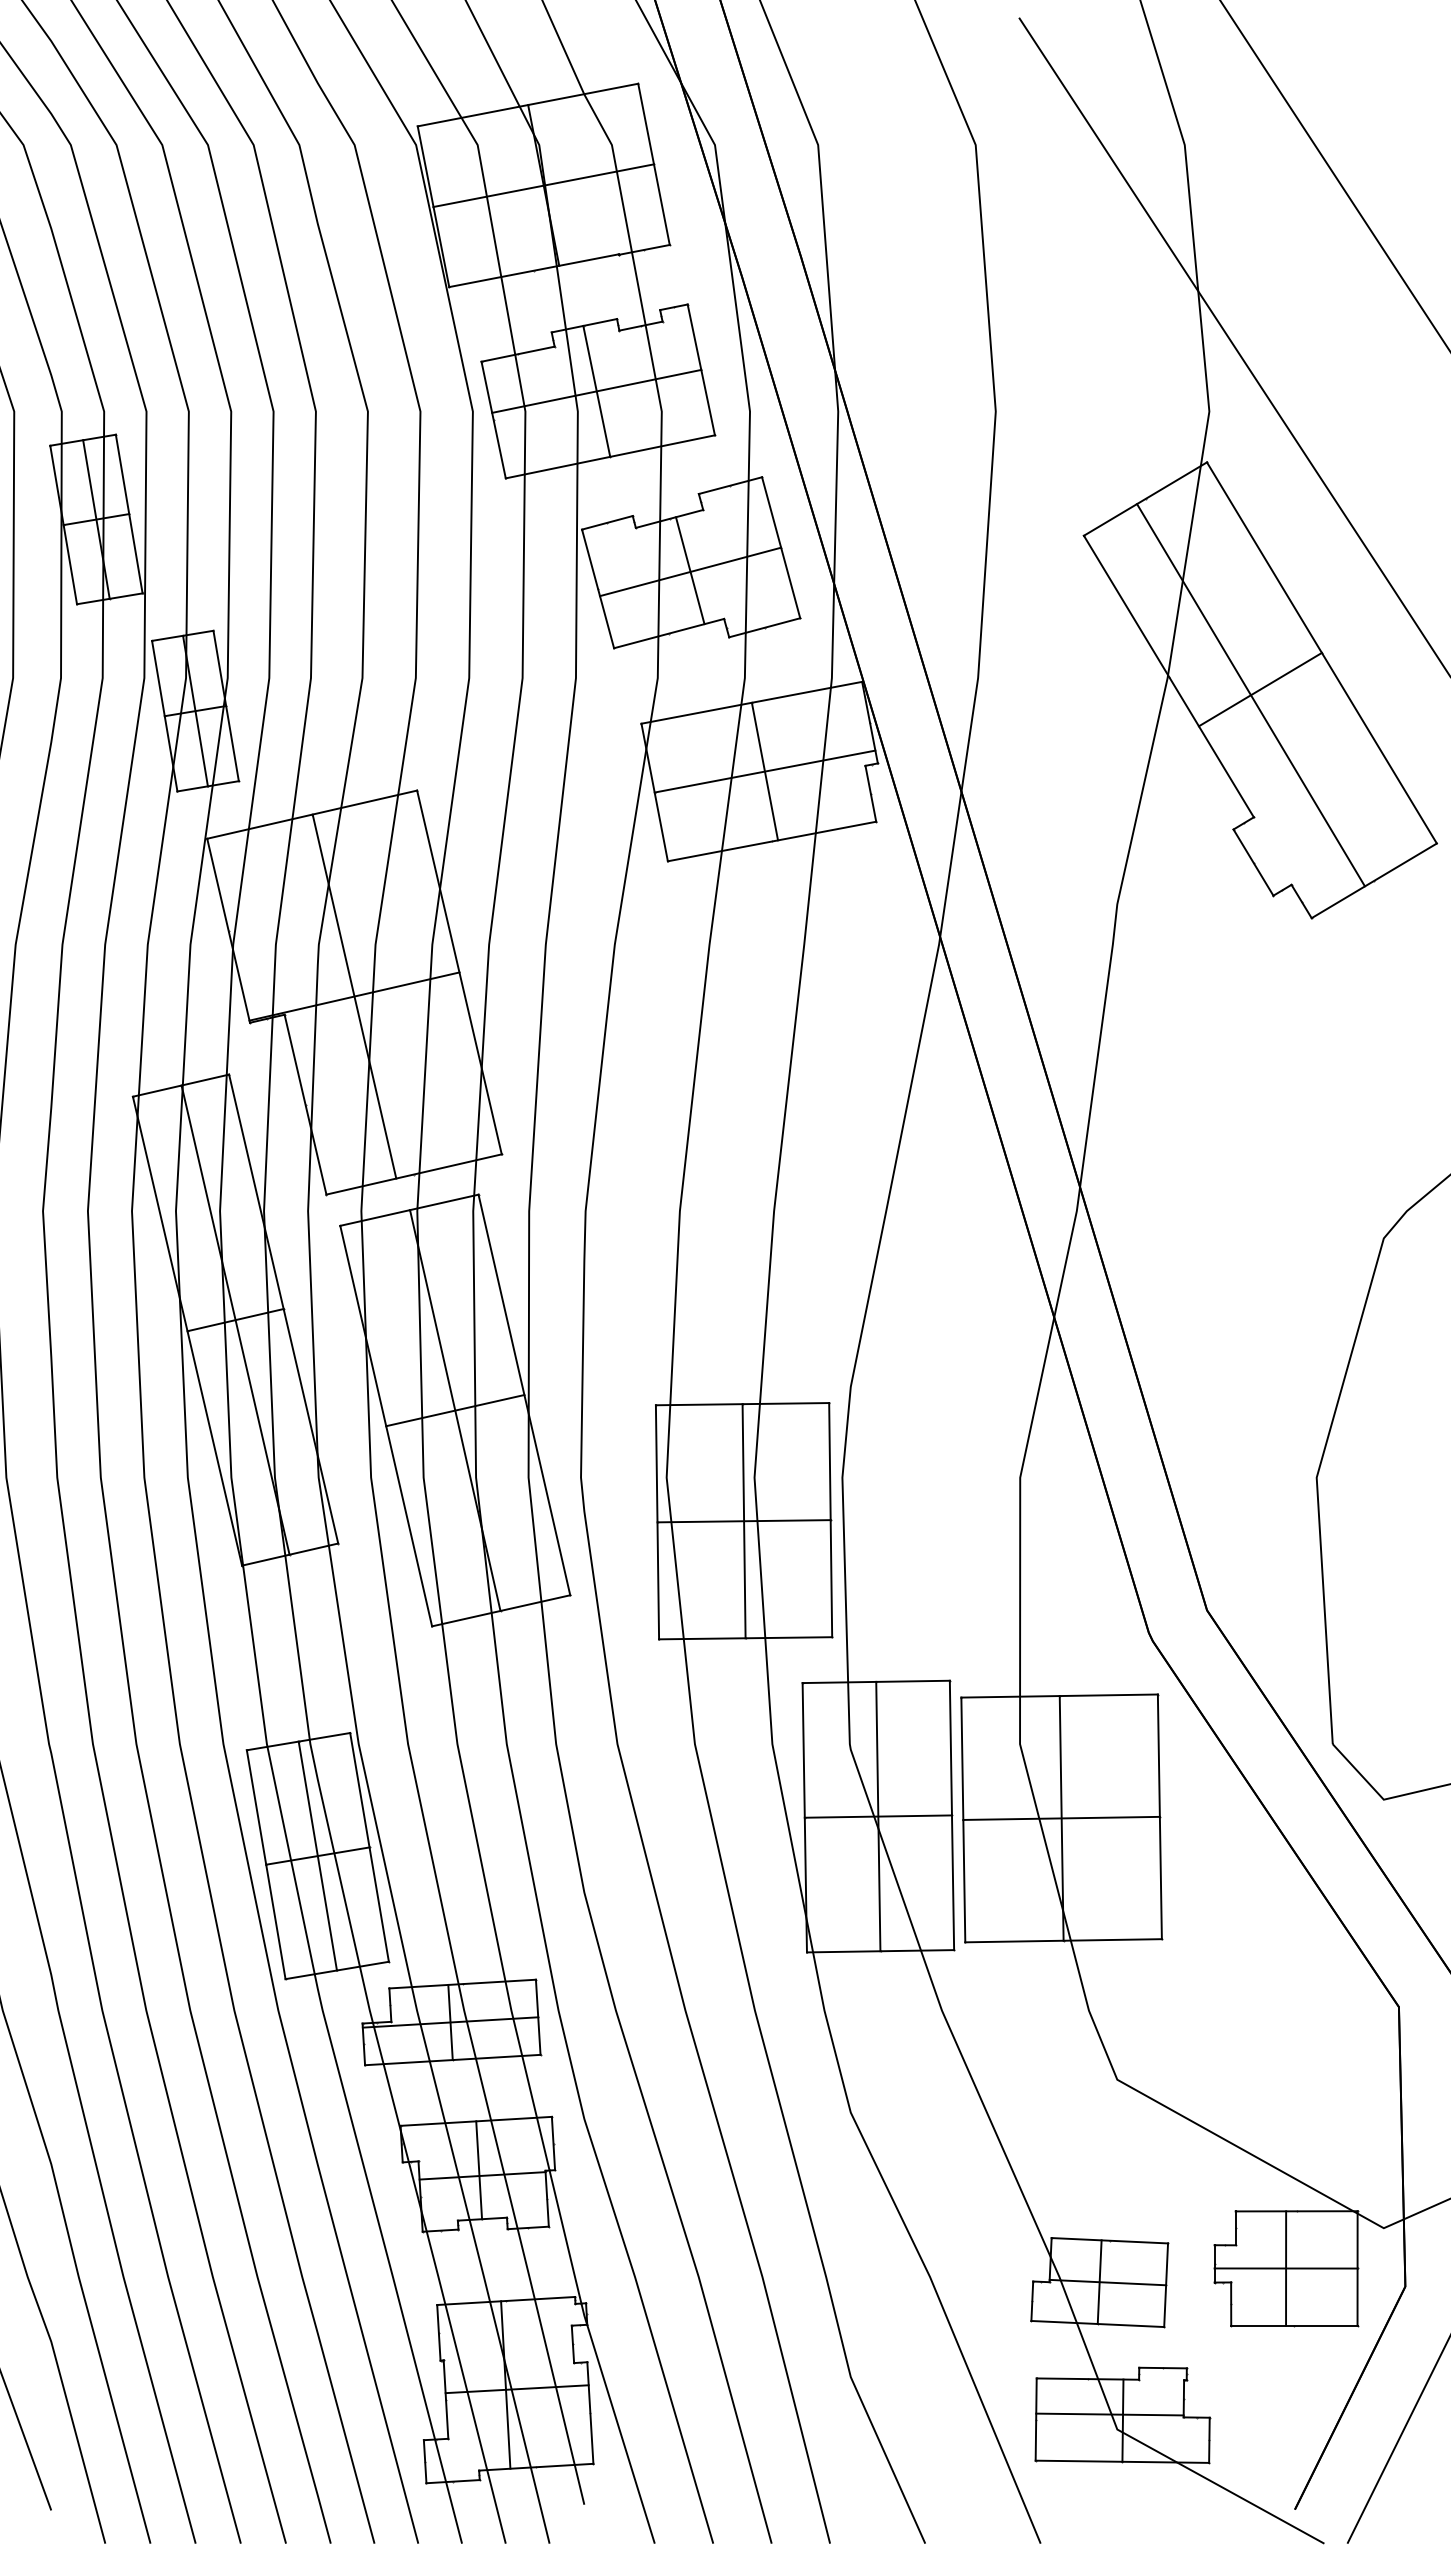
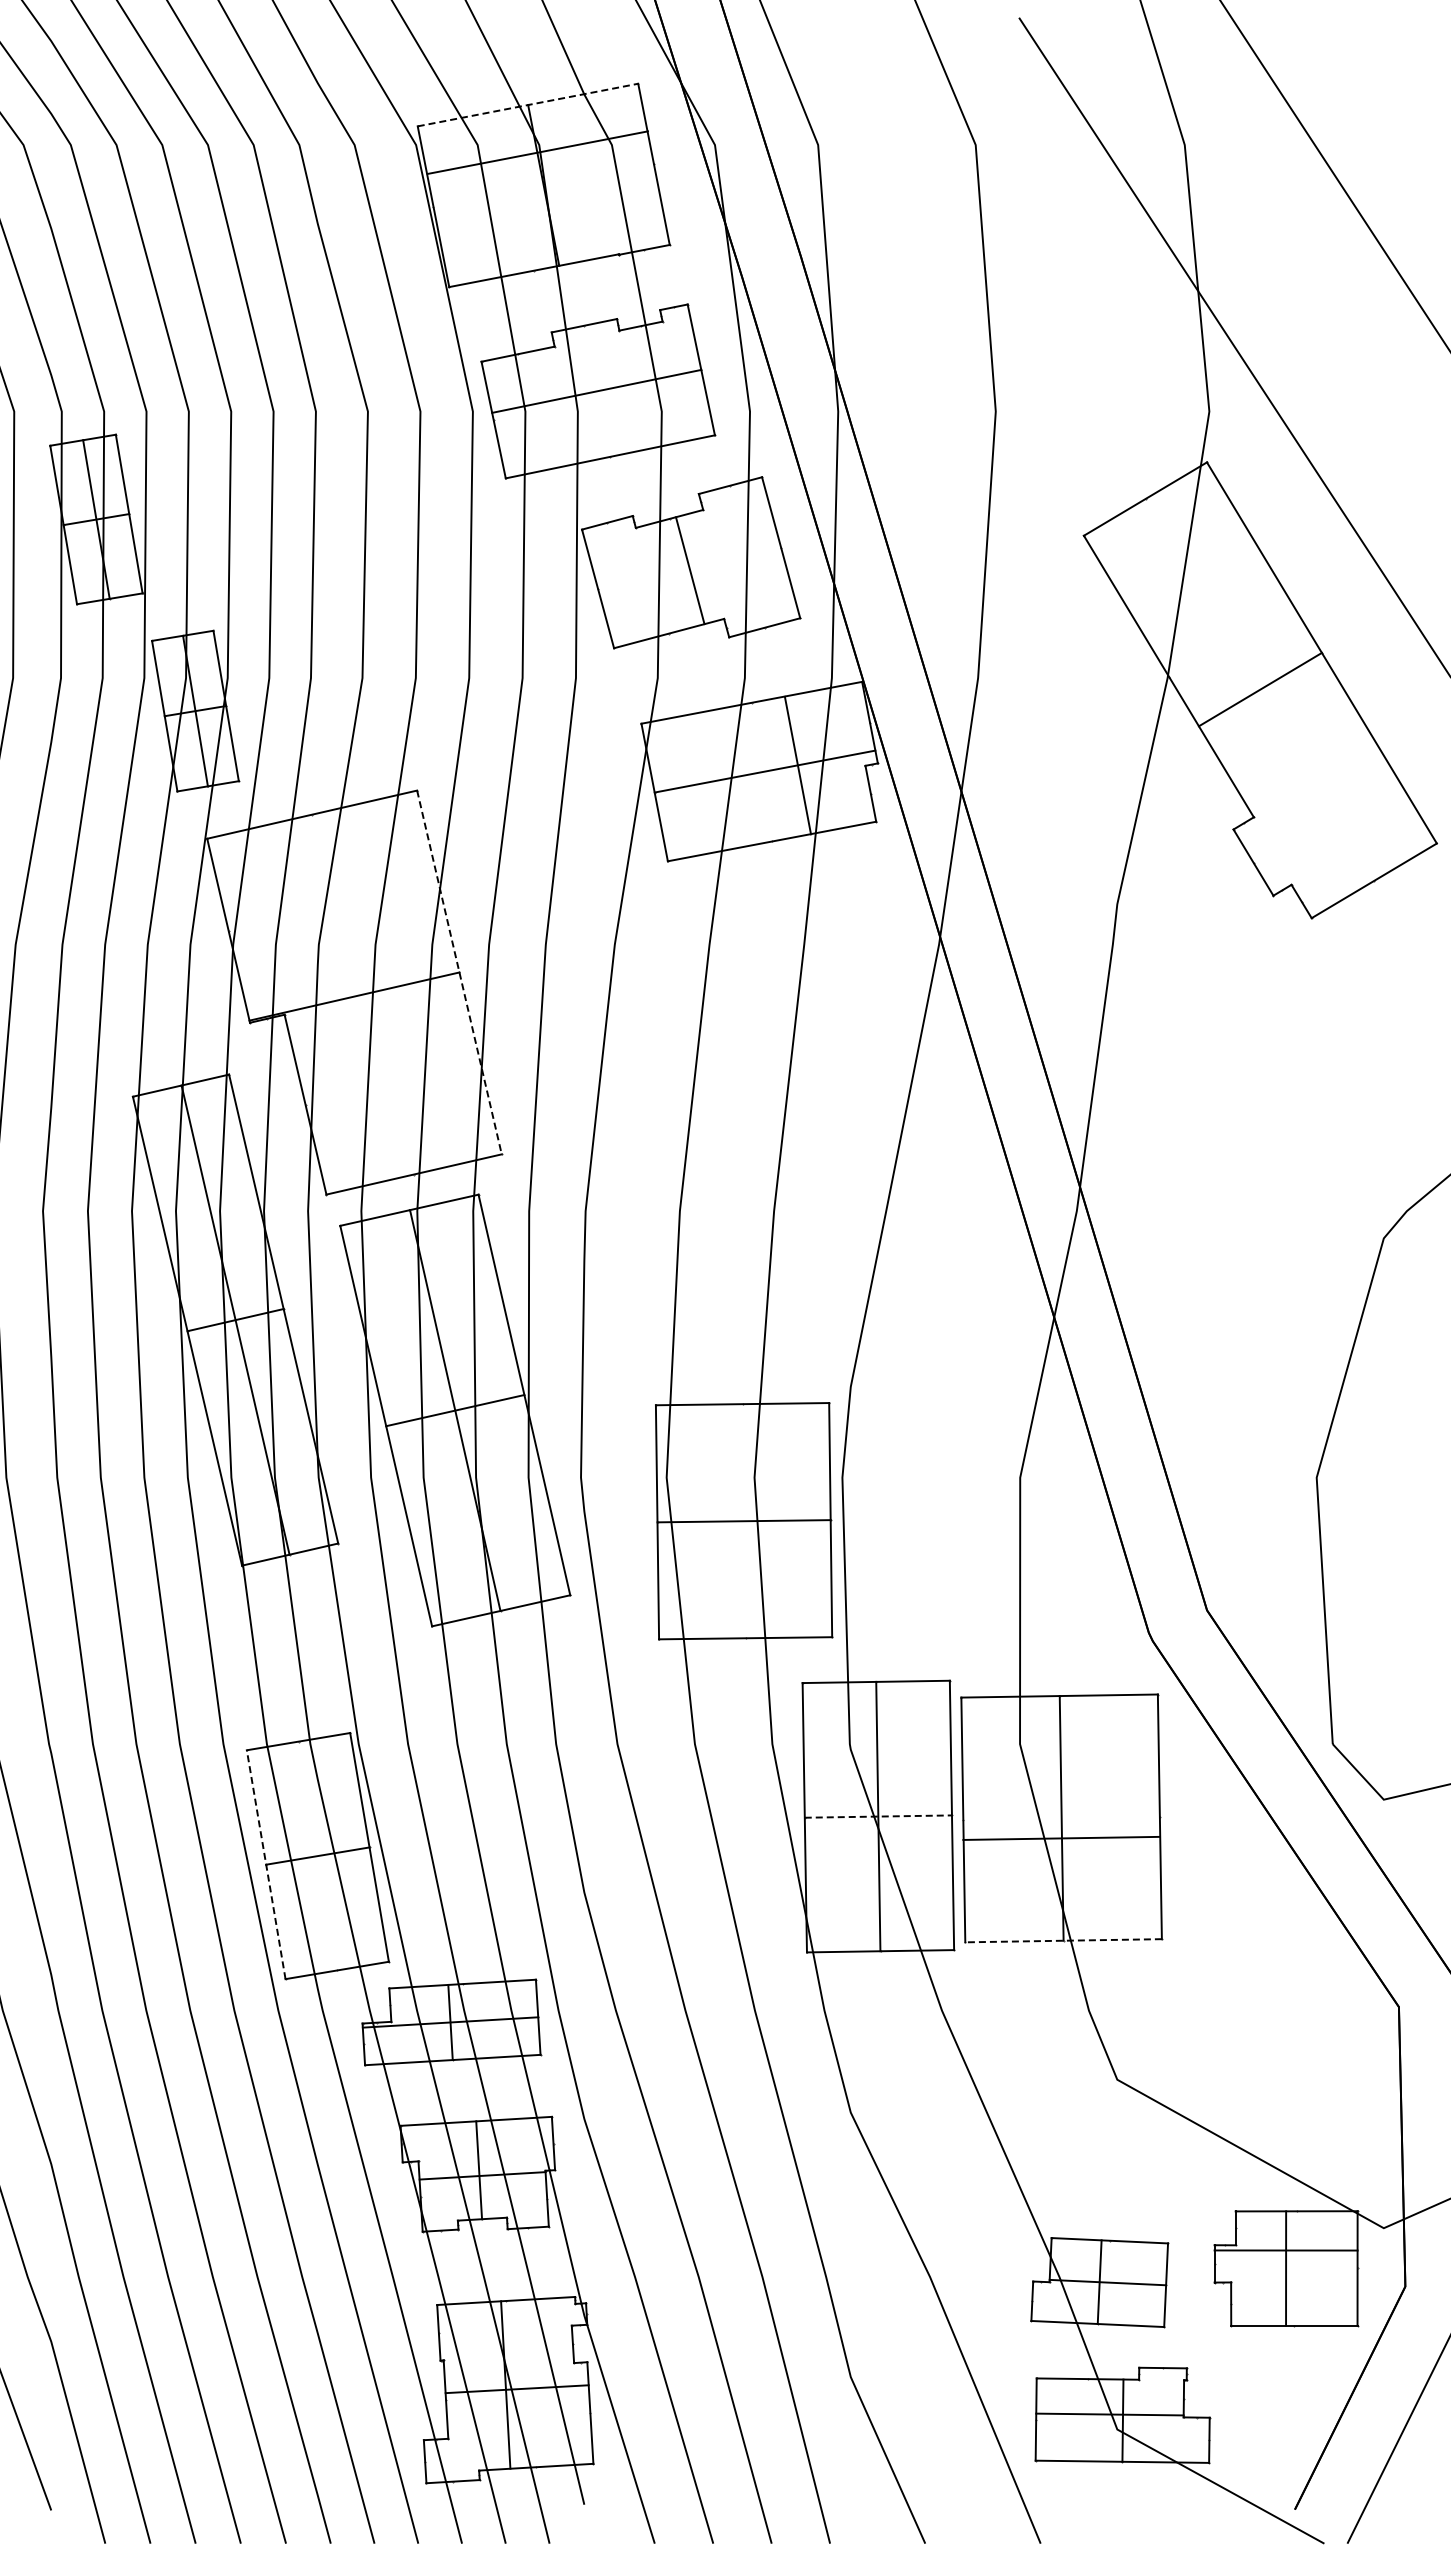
line at (528, 104): solid -> dashed
line at (543, 185) position: (543, 185) -> (537, 152)
line at (596, 390): present -> none
line at (690, 571): present -> none
line at (1250, 695): present -> none
line at (764, 771) position: (764, 771) -> (797, 765)
line at (459, 972): solid -> dashed
line at (354, 996): present -> none
line at (743, 1521): present -> none
line at (878, 1816): solid -> dashed
line at (1061, 1817) position: (1061, 1817) -> (1061, 1837)
line at (317, 1855): present -> none
line at (266, 1864): solid -> dashed
line at (1063, 1940): solid -> dashed
line at (1285, 2268) position: (1285, 2268) -> (1285, 2250)
